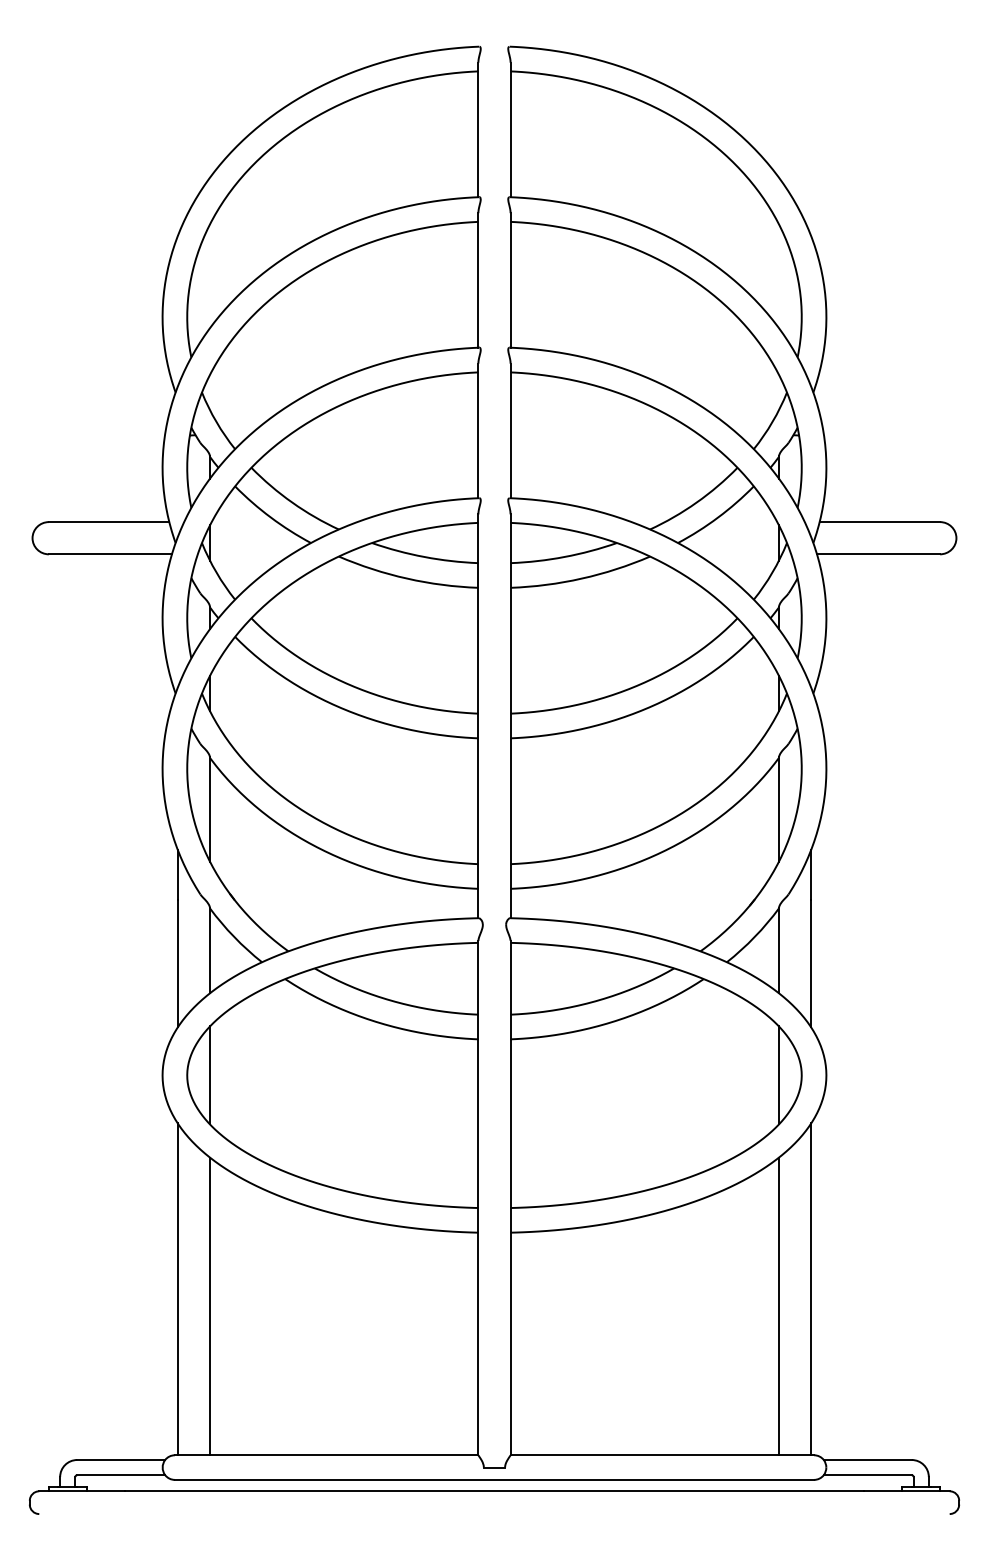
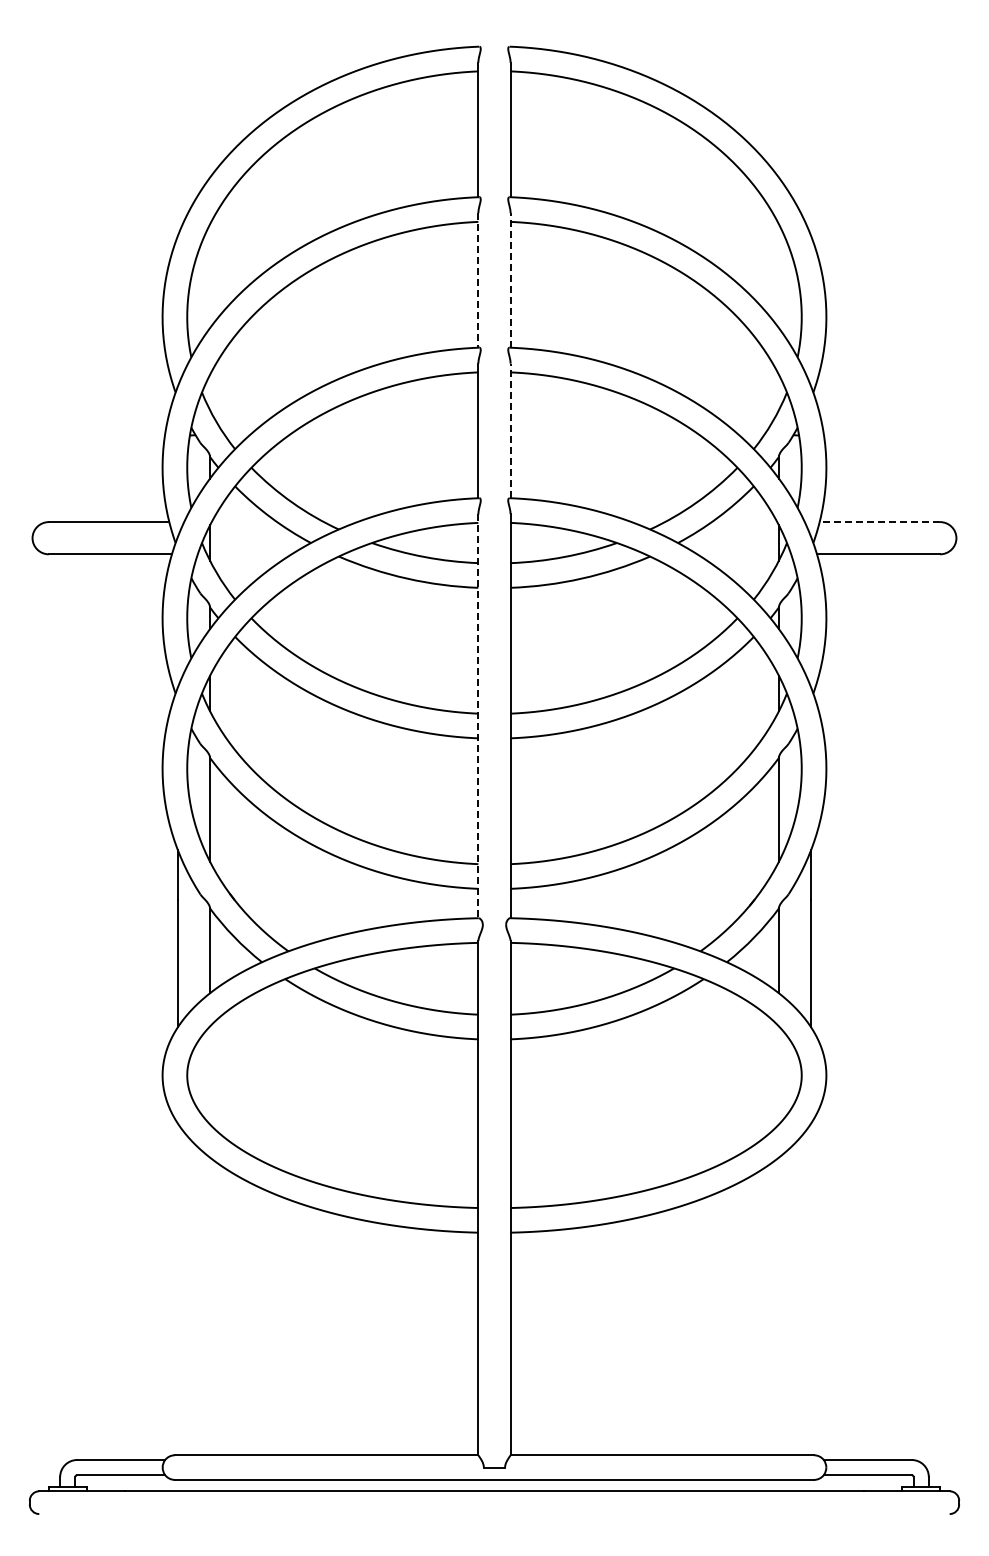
line at (510, 279): solid -> dashed
line at (478, 280): solid -> dashed
line at (510, 430): solid -> dashed
line at (879, 522): solid -> dashed
line at (478, 716): solid -> dashed
line at (209, 1075): present -> none
line at (779, 1075): present -> none
line at (177, 1289): present -> none
line at (811, 1289): present -> none
line at (209, 1306): present -> none
line at (779, 1306): present -> none
